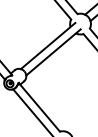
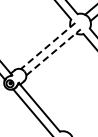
line at (48, 46): solid -> dashed
line at (53, 52): solid -> dashed
